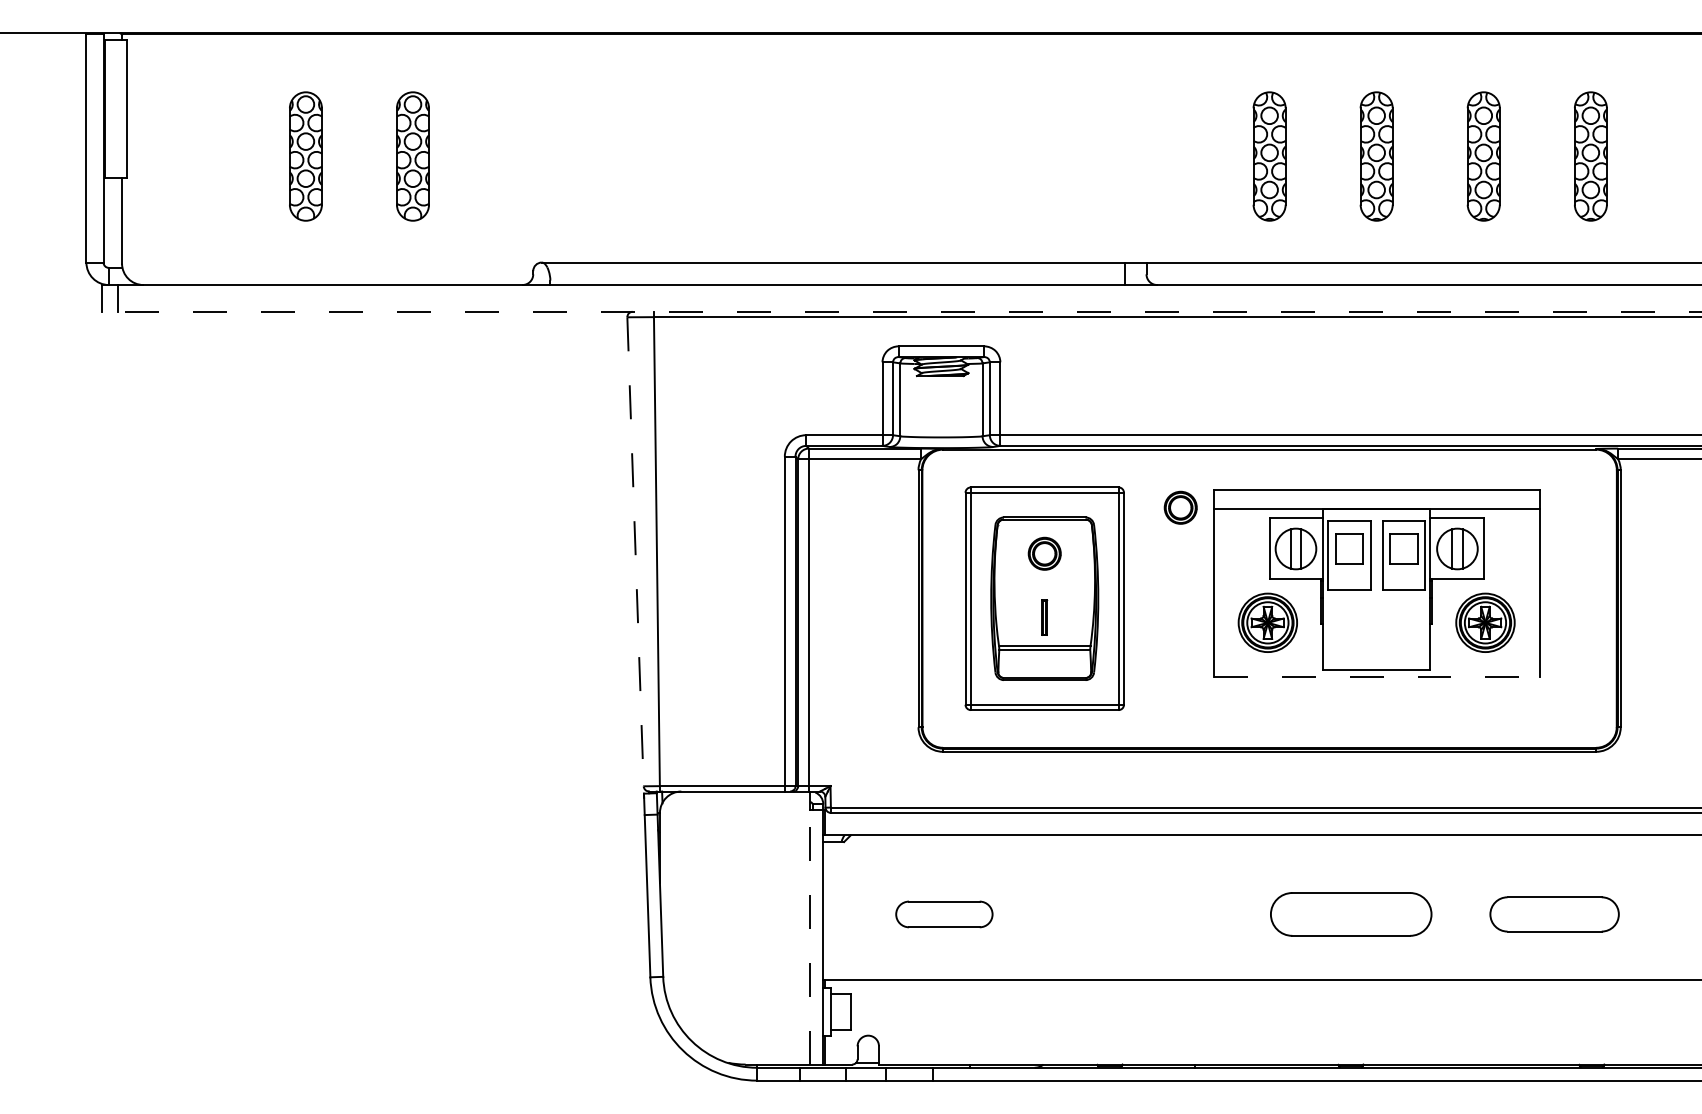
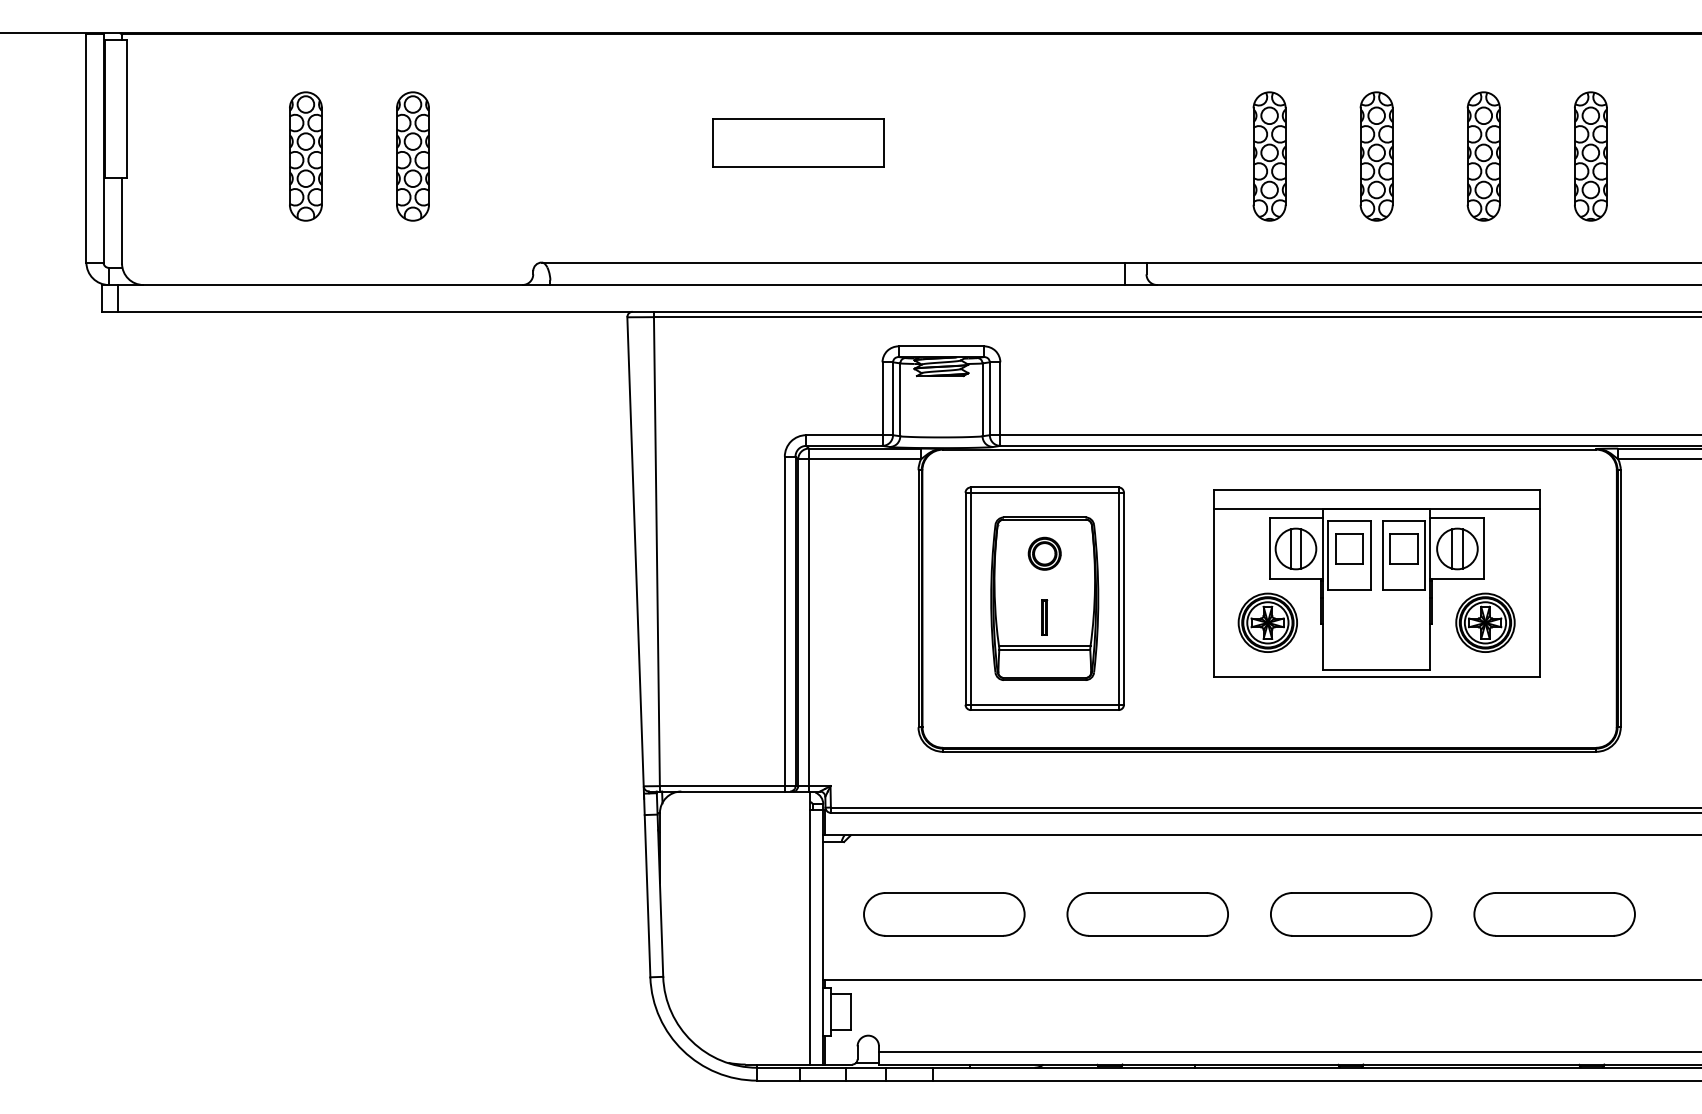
part at (798, 142): none -> present
line at (901, 311): dashed -> solid
part at (1180, 507): present -> none
line at (635, 558): dashed -> solid
line at (1377, 676): dashed -> solid
part at (944, 914) size: 99x29 px -> 163x45 px
part at (1147, 914): none -> present
part at (1554, 914) size: 131x37 px -> 163x45 px
line at (810, 936): dashed -> solid
line at (1288, 1051): none -> present
